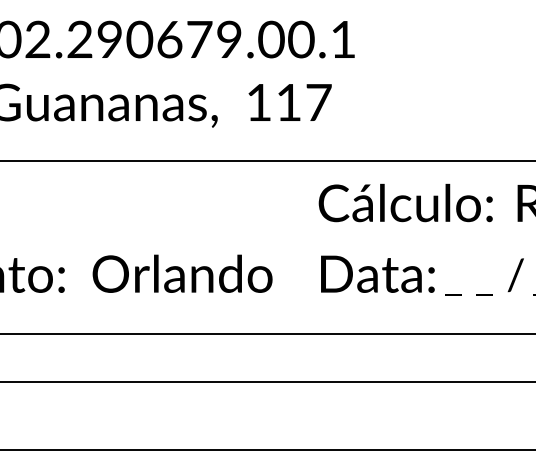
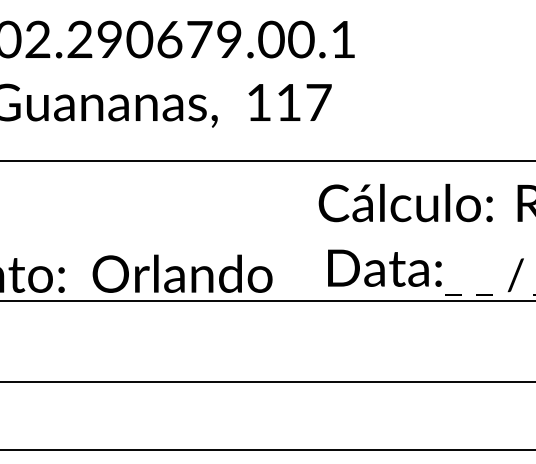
text at (377, 273) position: (377, 273) -> (384, 267)
line at (267, 334) position: (267, 334) -> (267, 301)
